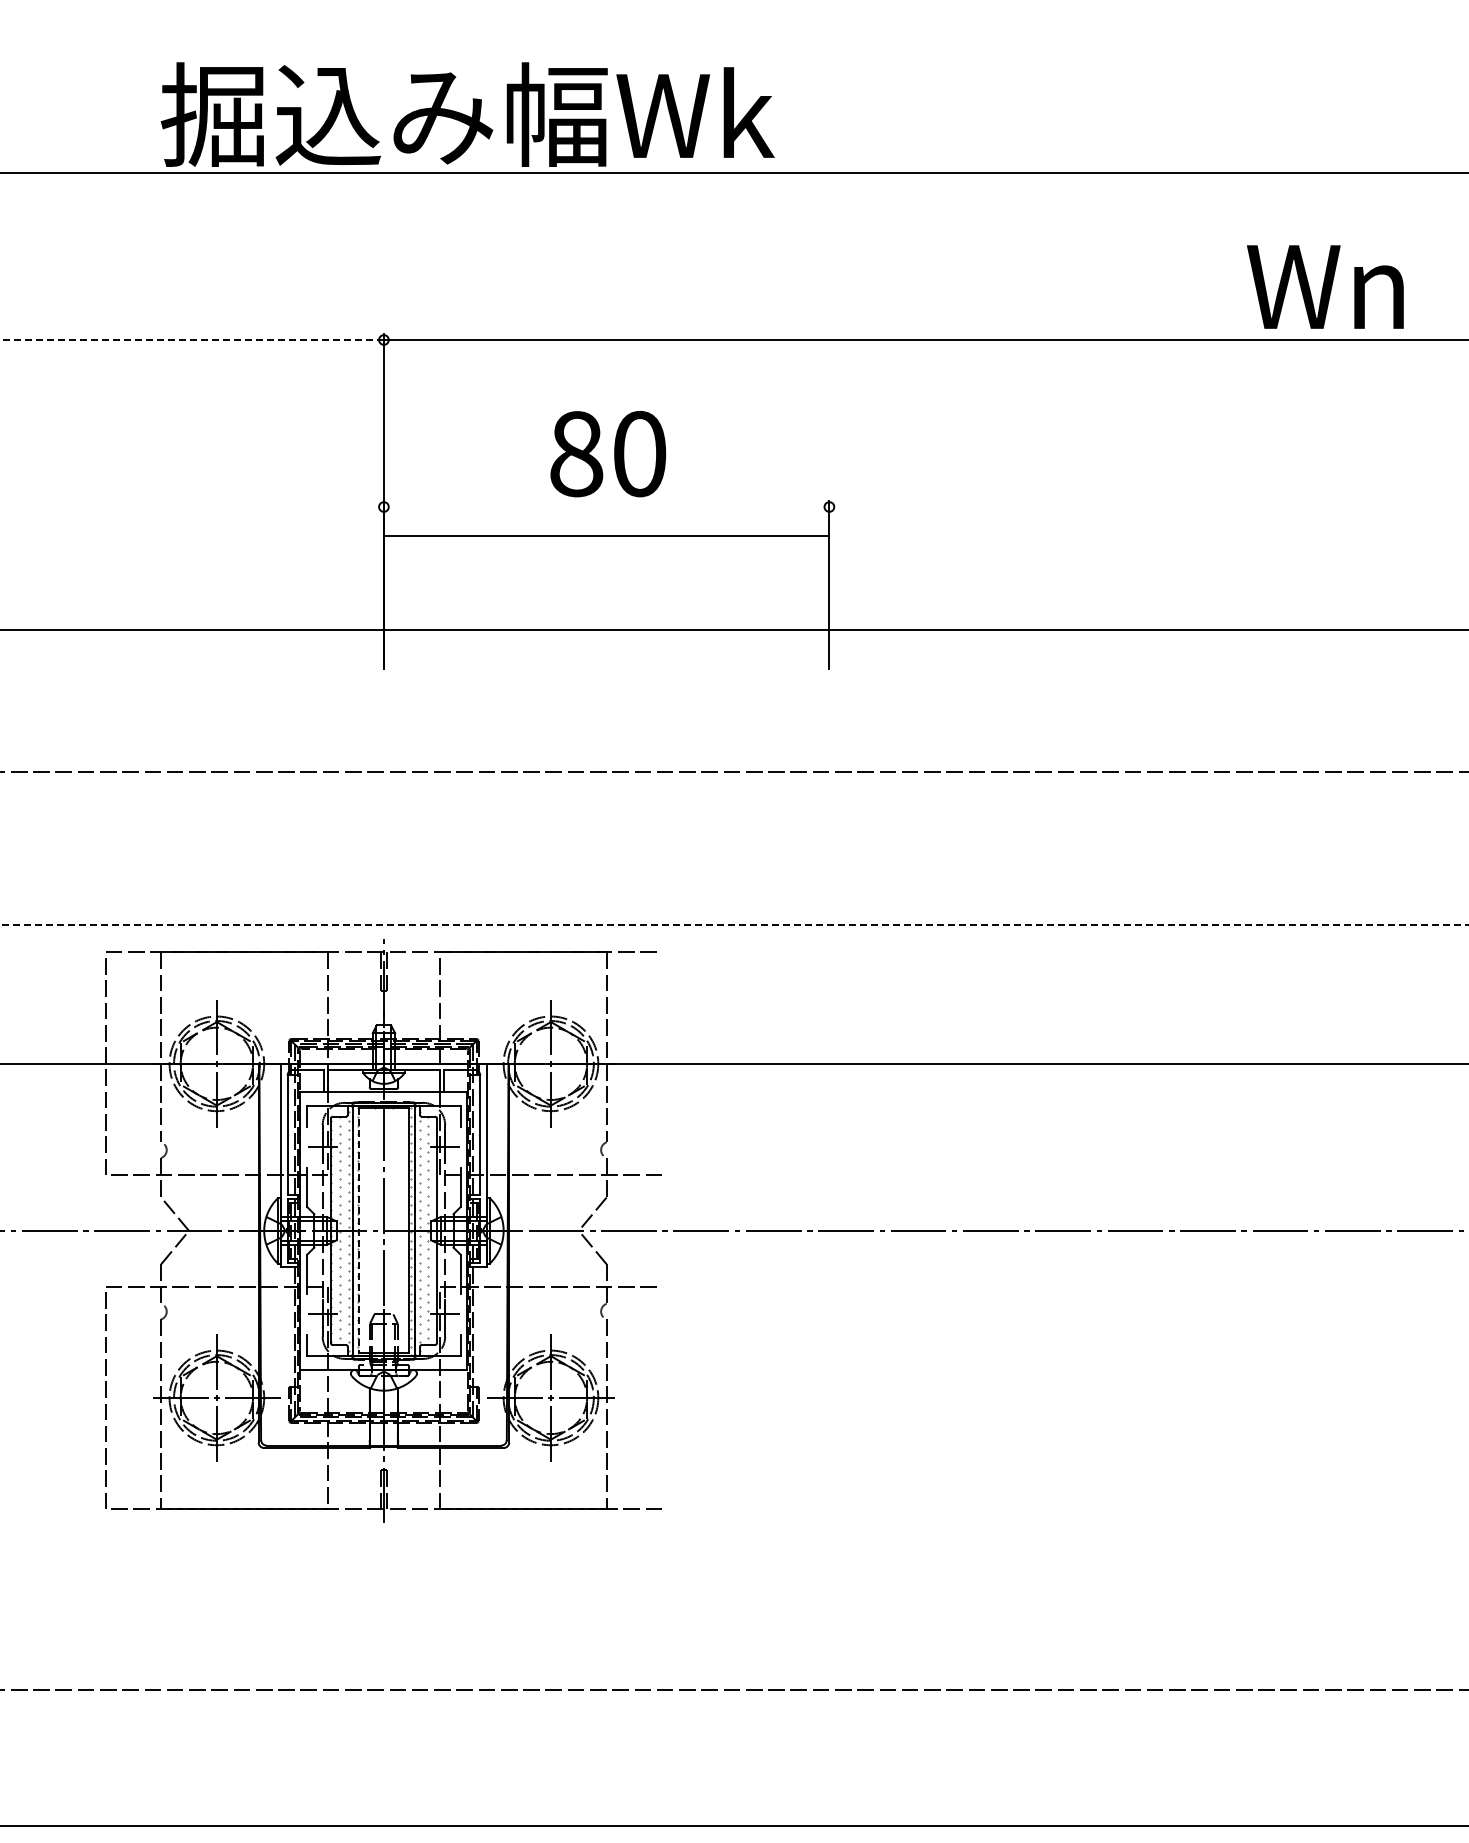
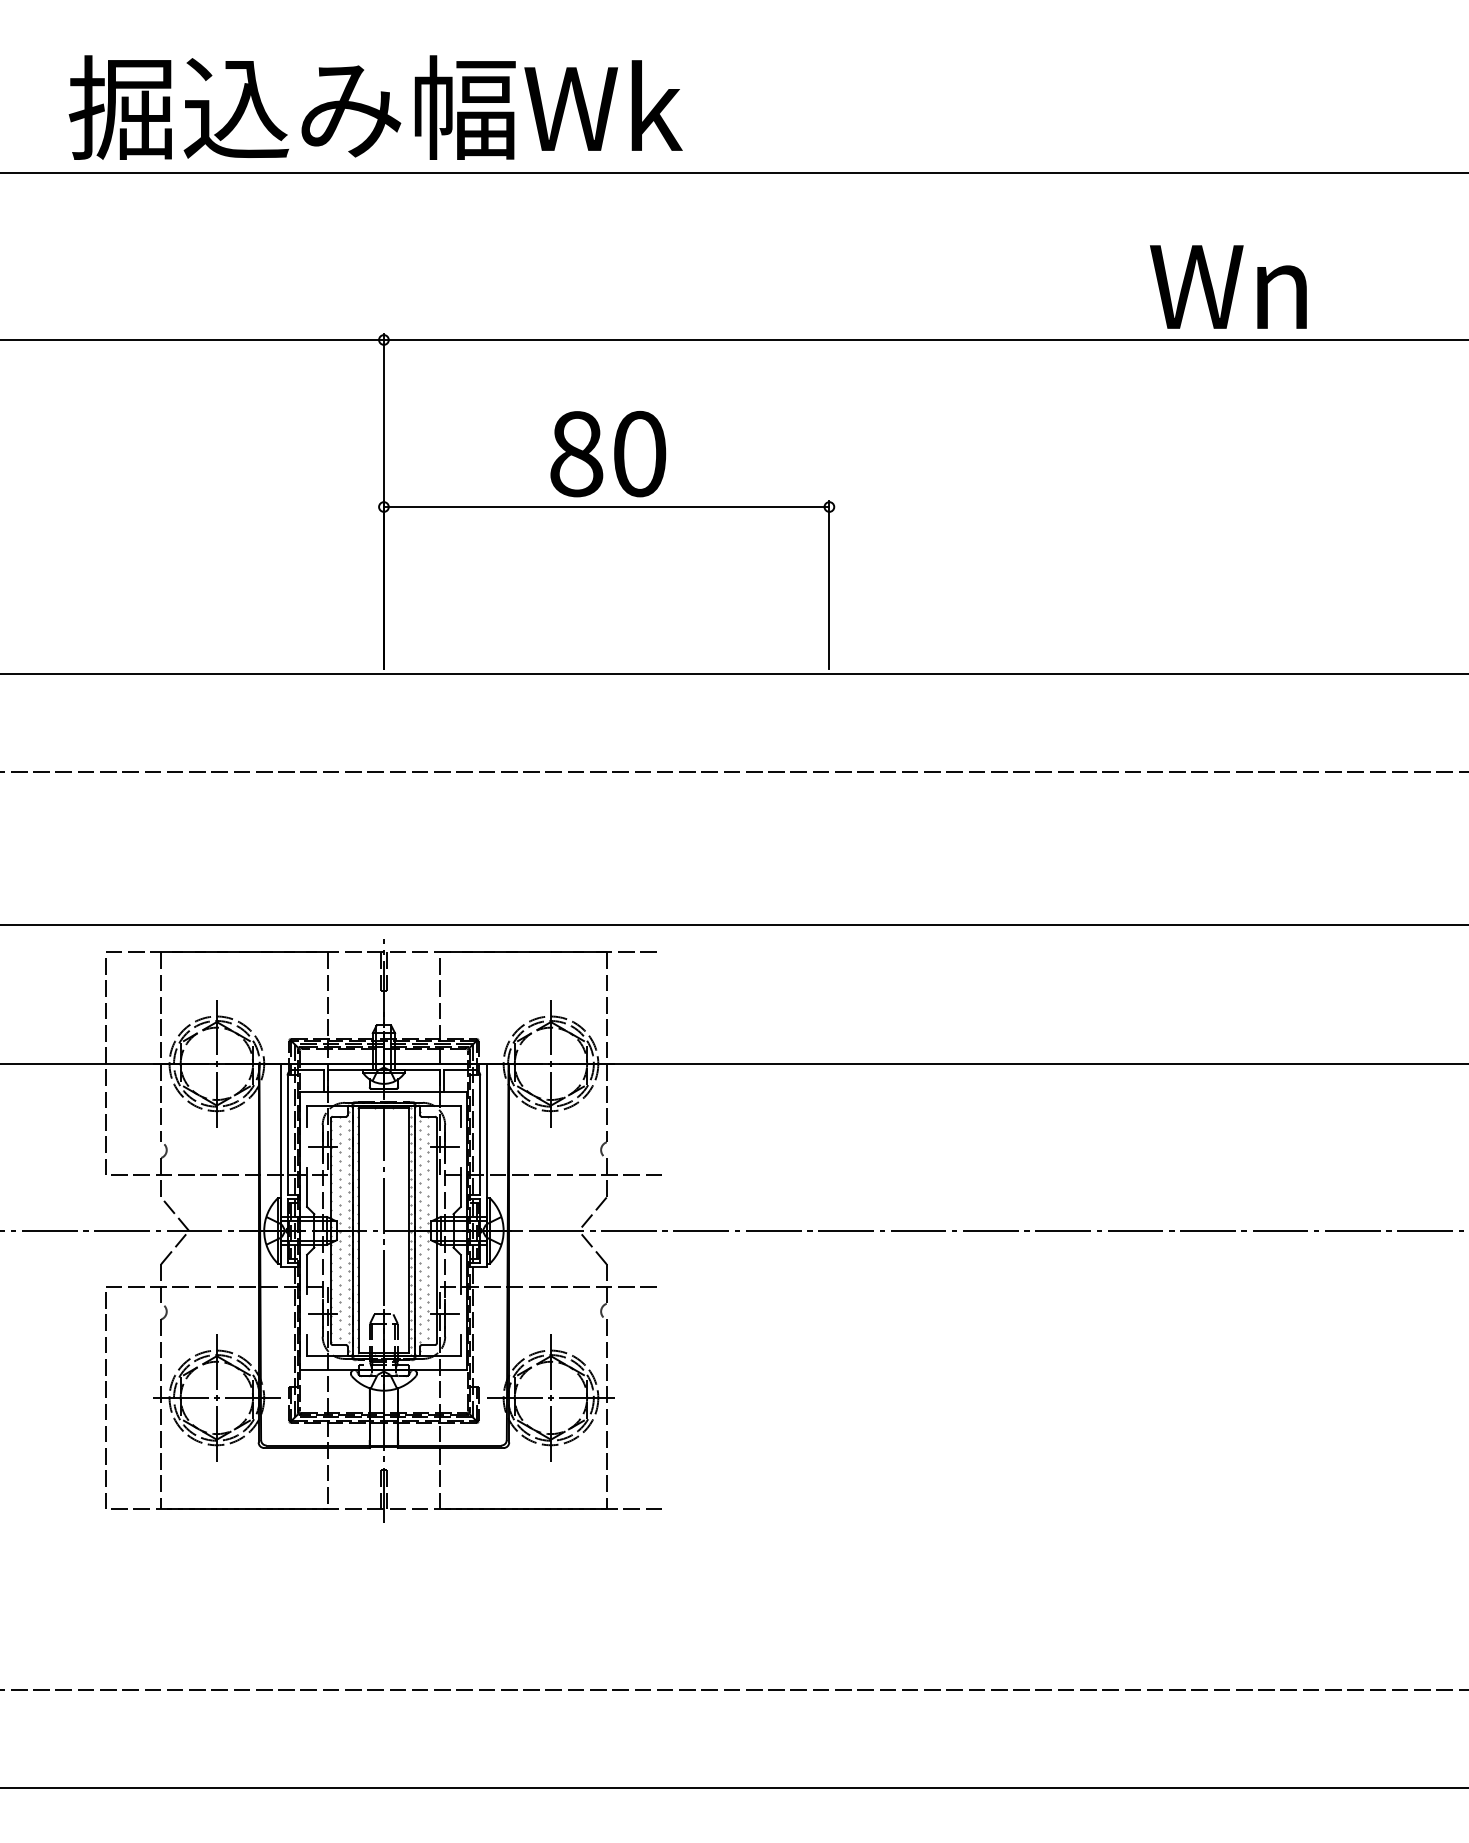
text at (467, 114) position: (467, 114) -> (375, 107)
text at (1325, 286) position: (1325, 286) -> (1228, 286)
line at (192, 339): dashed -> solid
line at (606, 536) position: (606, 536) -> (606, 507)
line at (733, 630) position: (733, 630) -> (733, 674)
line at (734, 924): dashed -> solid
line at (358, 1231): dashed -> solid
line at (733, 1825) position: (733, 1825) -> (733, 1787)
